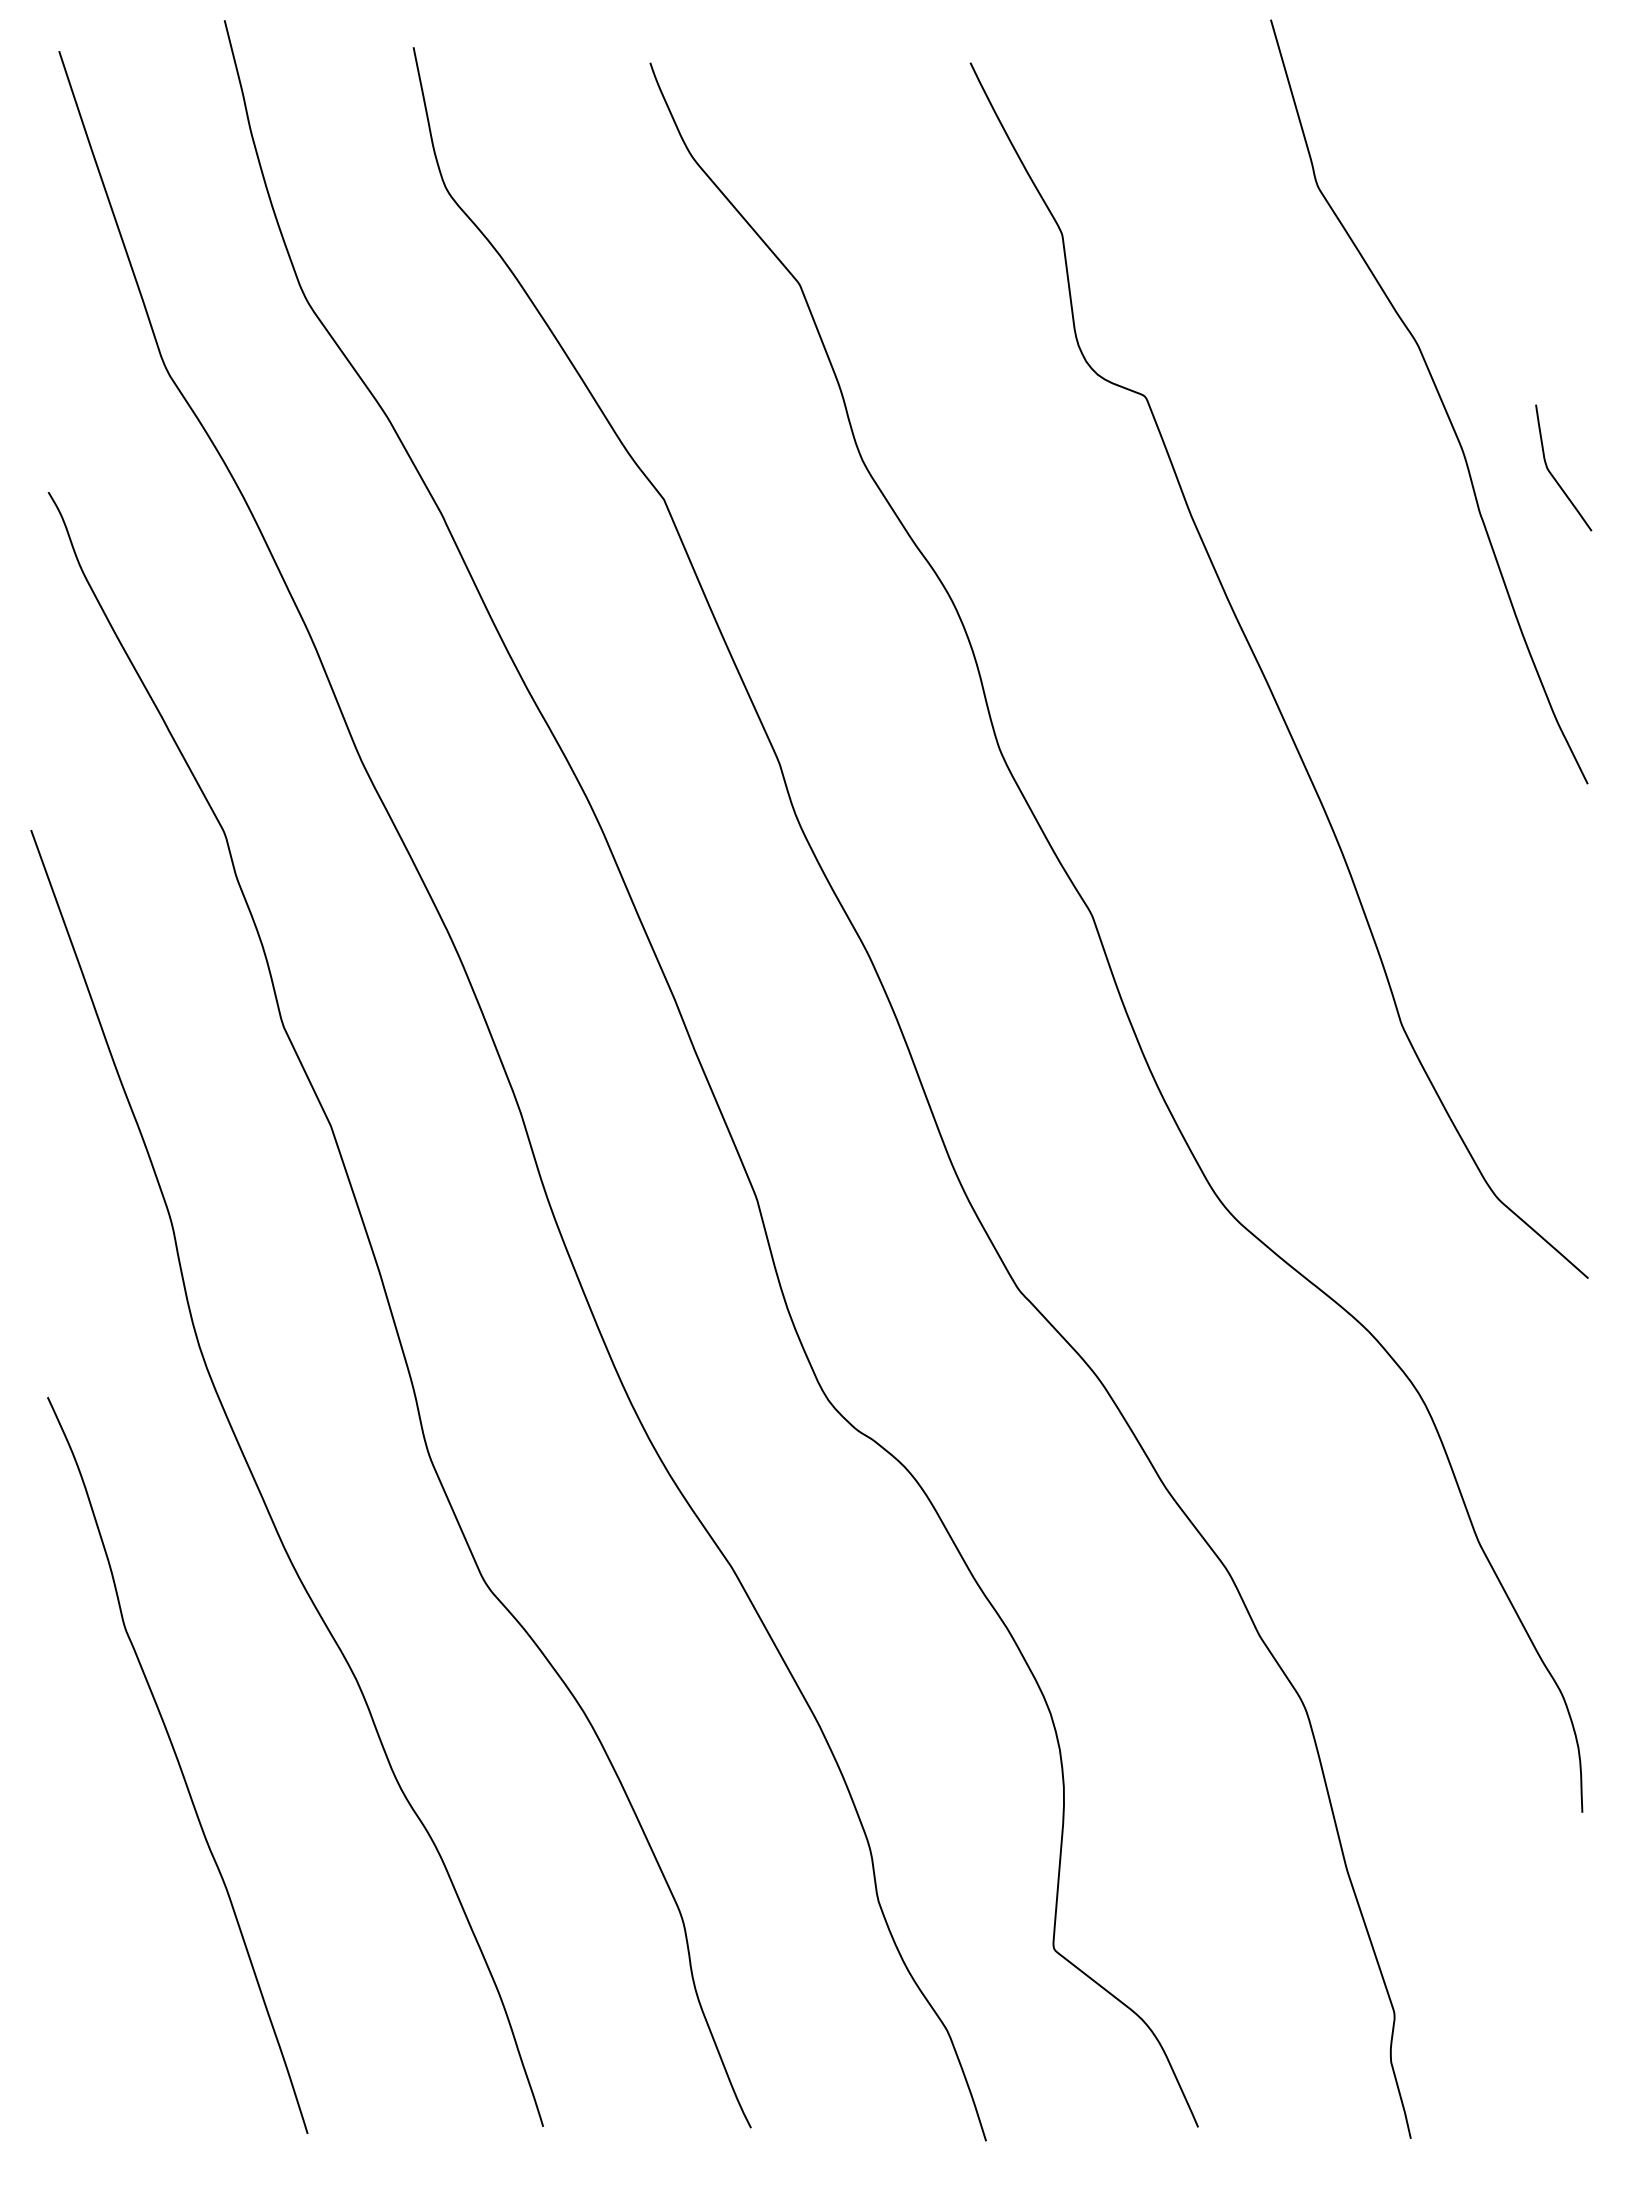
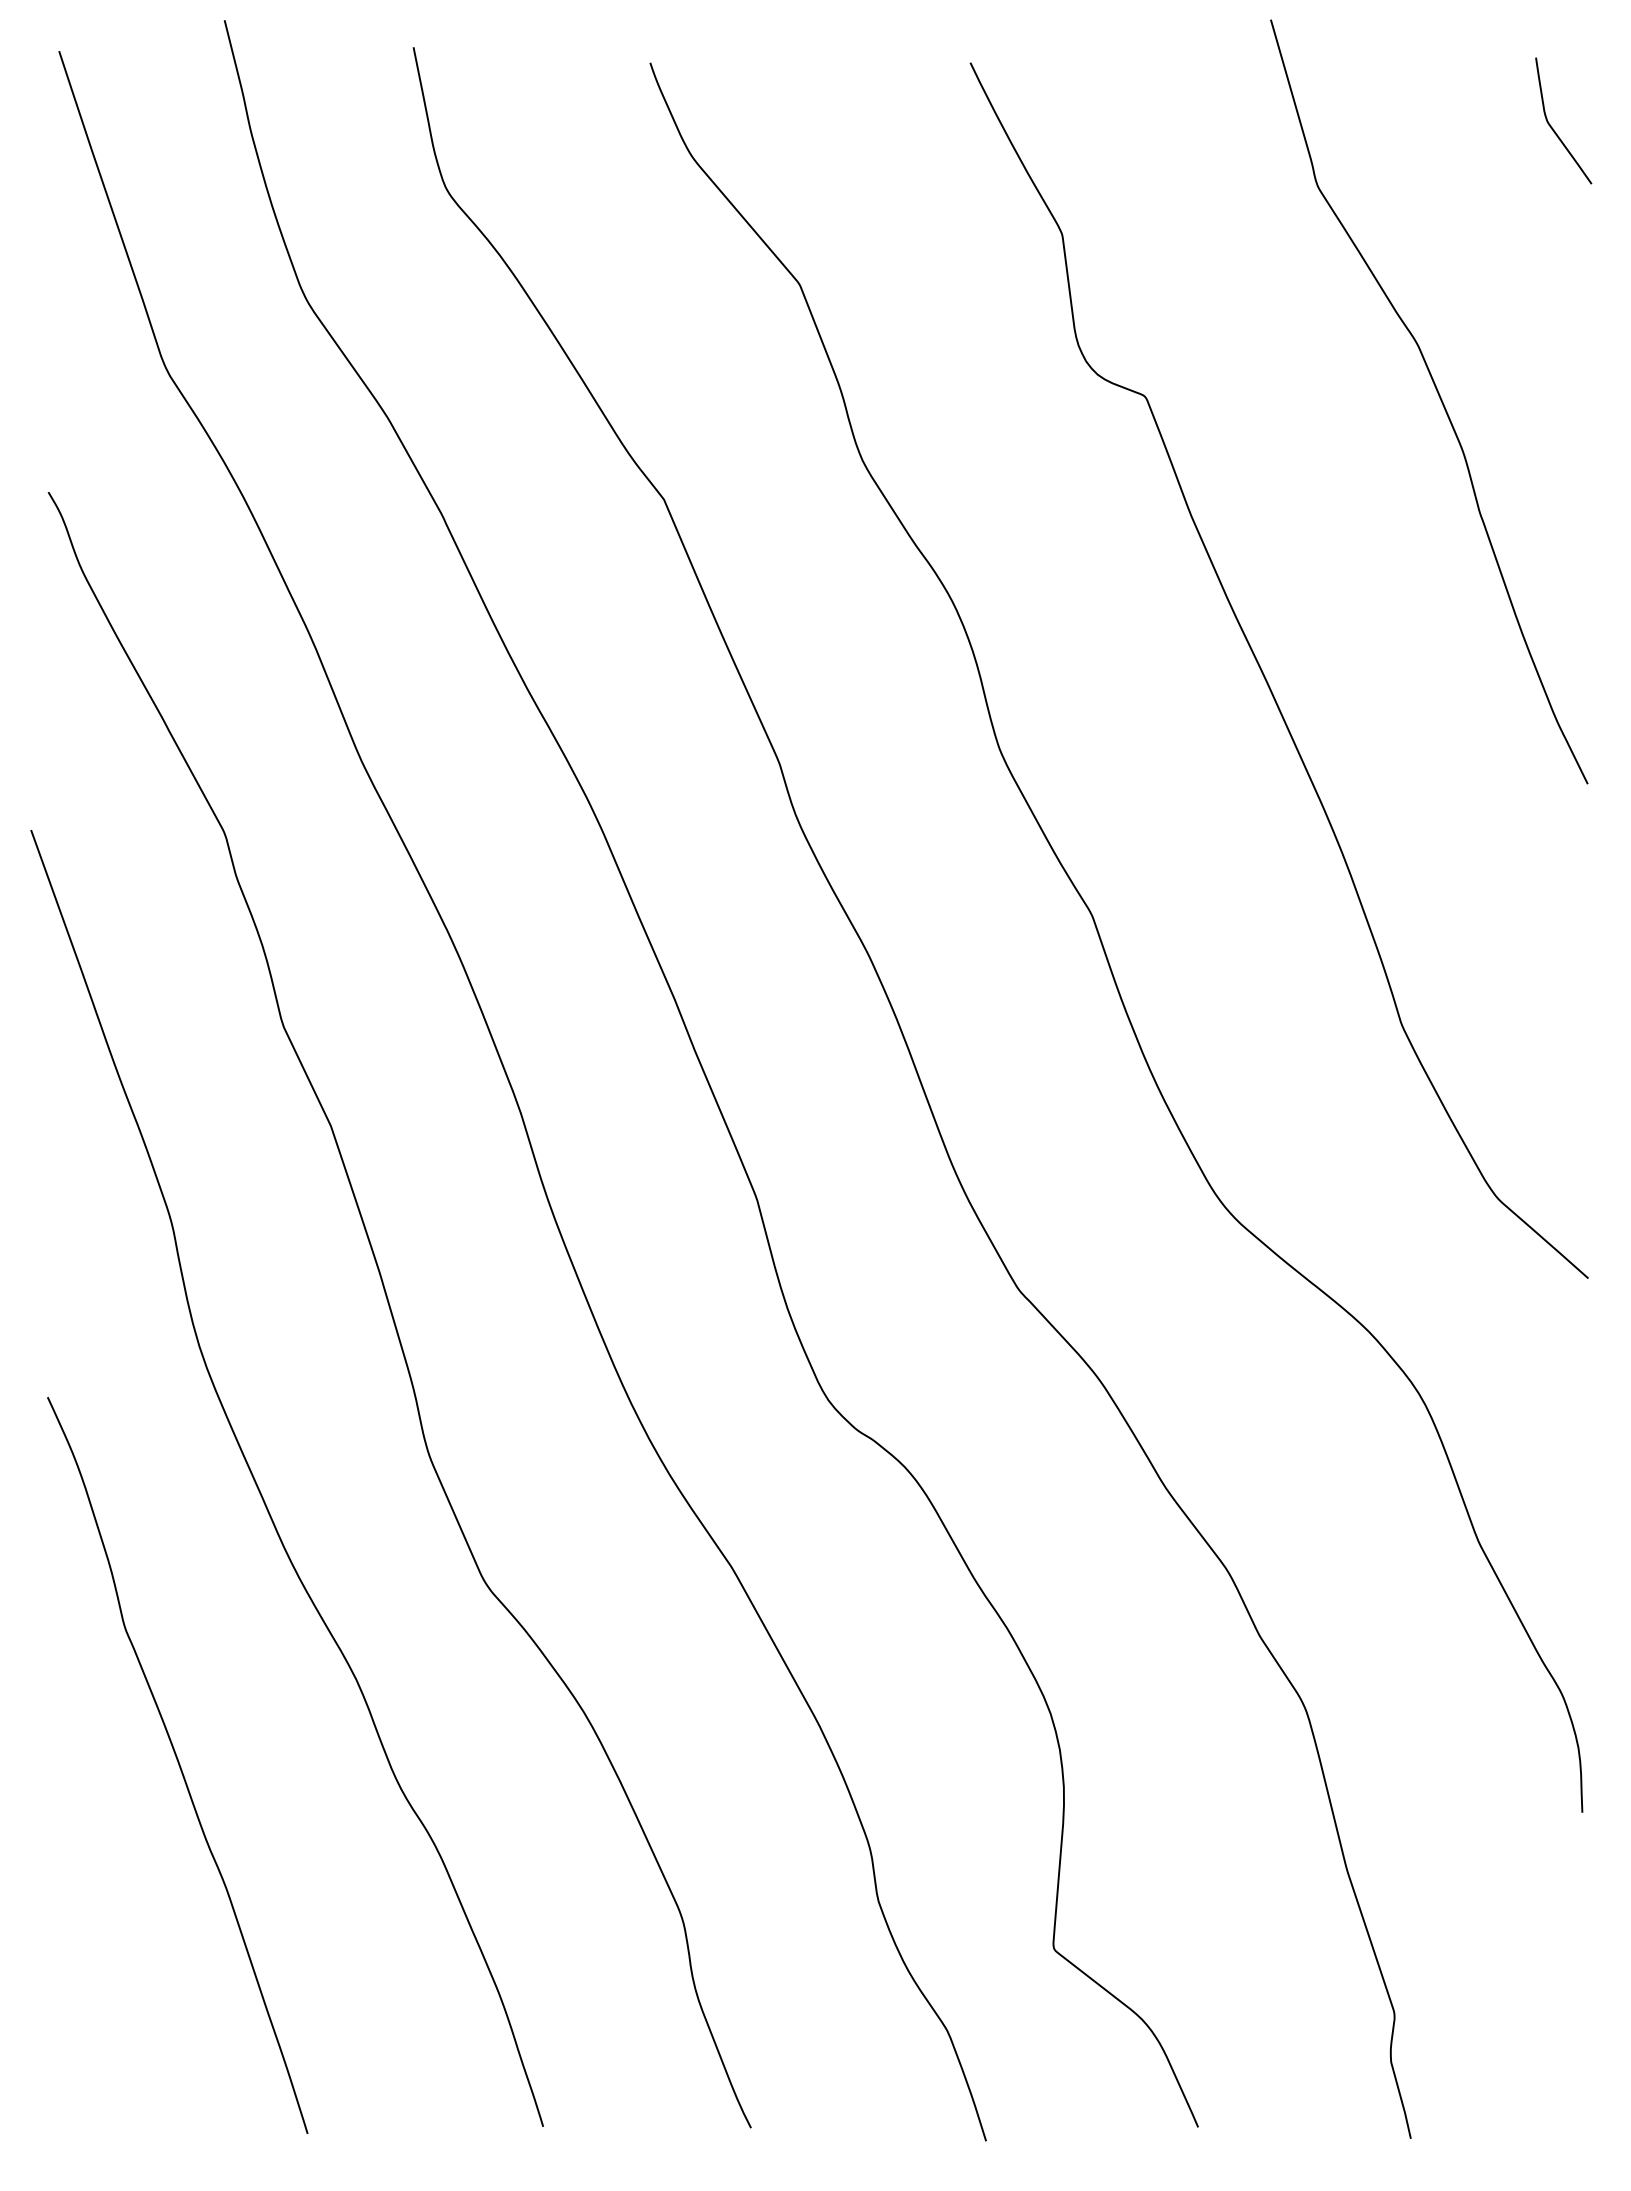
curve at (1553, 475) position: (1553, 475) -> (1553, 128)
